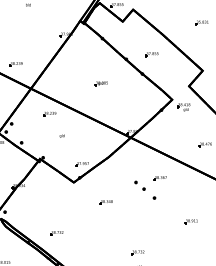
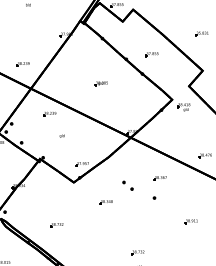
part at (201, 22) position: (201, 22) -> (201, 33)
part at (15, 64) position: (15, 64) -> (22, 64)
part at (204, 144) position: (204, 144) -> (204, 155)
part at (139, 185) position: (139, 185) -> (127, 185)
part at (56, 233) position: (56, 233) -> (56, 225)
